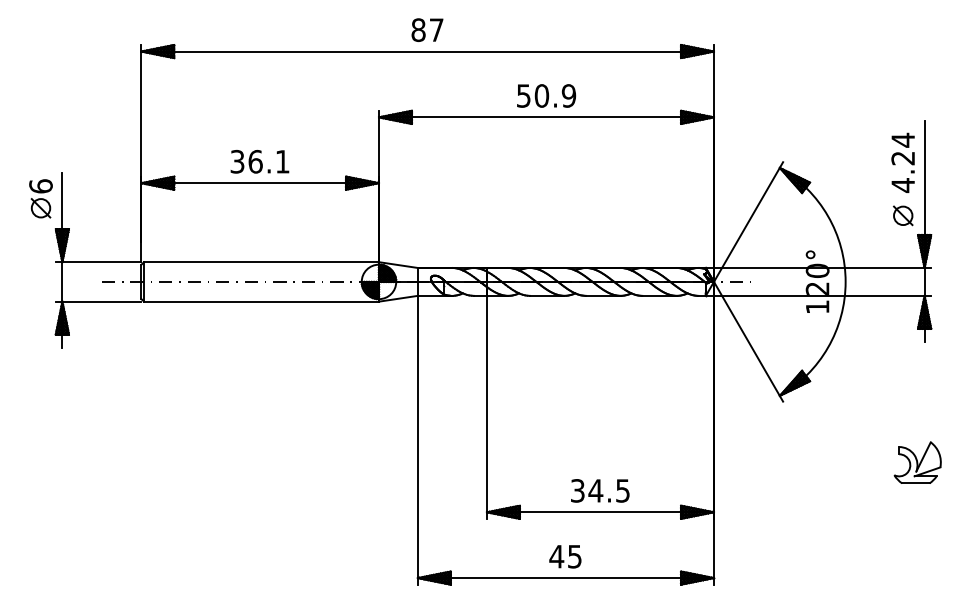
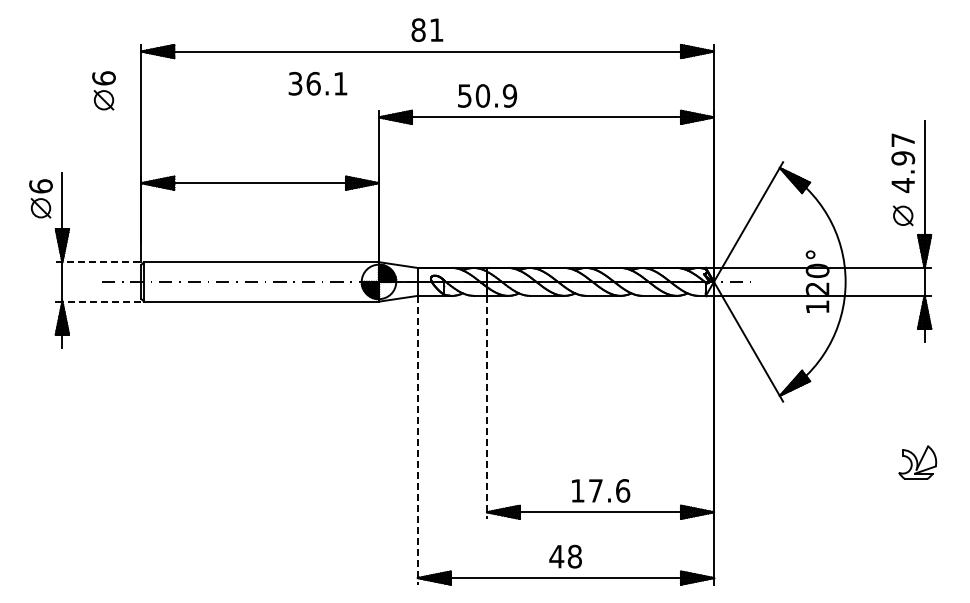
text at (436, 29): 87 -> 81
part at (103, 90): none -> present
text at (546, 95) position: (546, 95) -> (487, 95)
text at (903, 148): 4.24 -> 4.97
text at (259, 161) position: (259, 161) -> (317, 83)
line at (98, 262): solid -> dashed
line at (101, 301): solid -> dashed
line at (486, 407): solid -> dashed
line at (417, 440): solid -> dashed
part at (917, 462) size: 49x43 px -> 40x35 px
text at (600, 490): 34.5 -> 17.6
text at (574, 556): 45 -> 48
